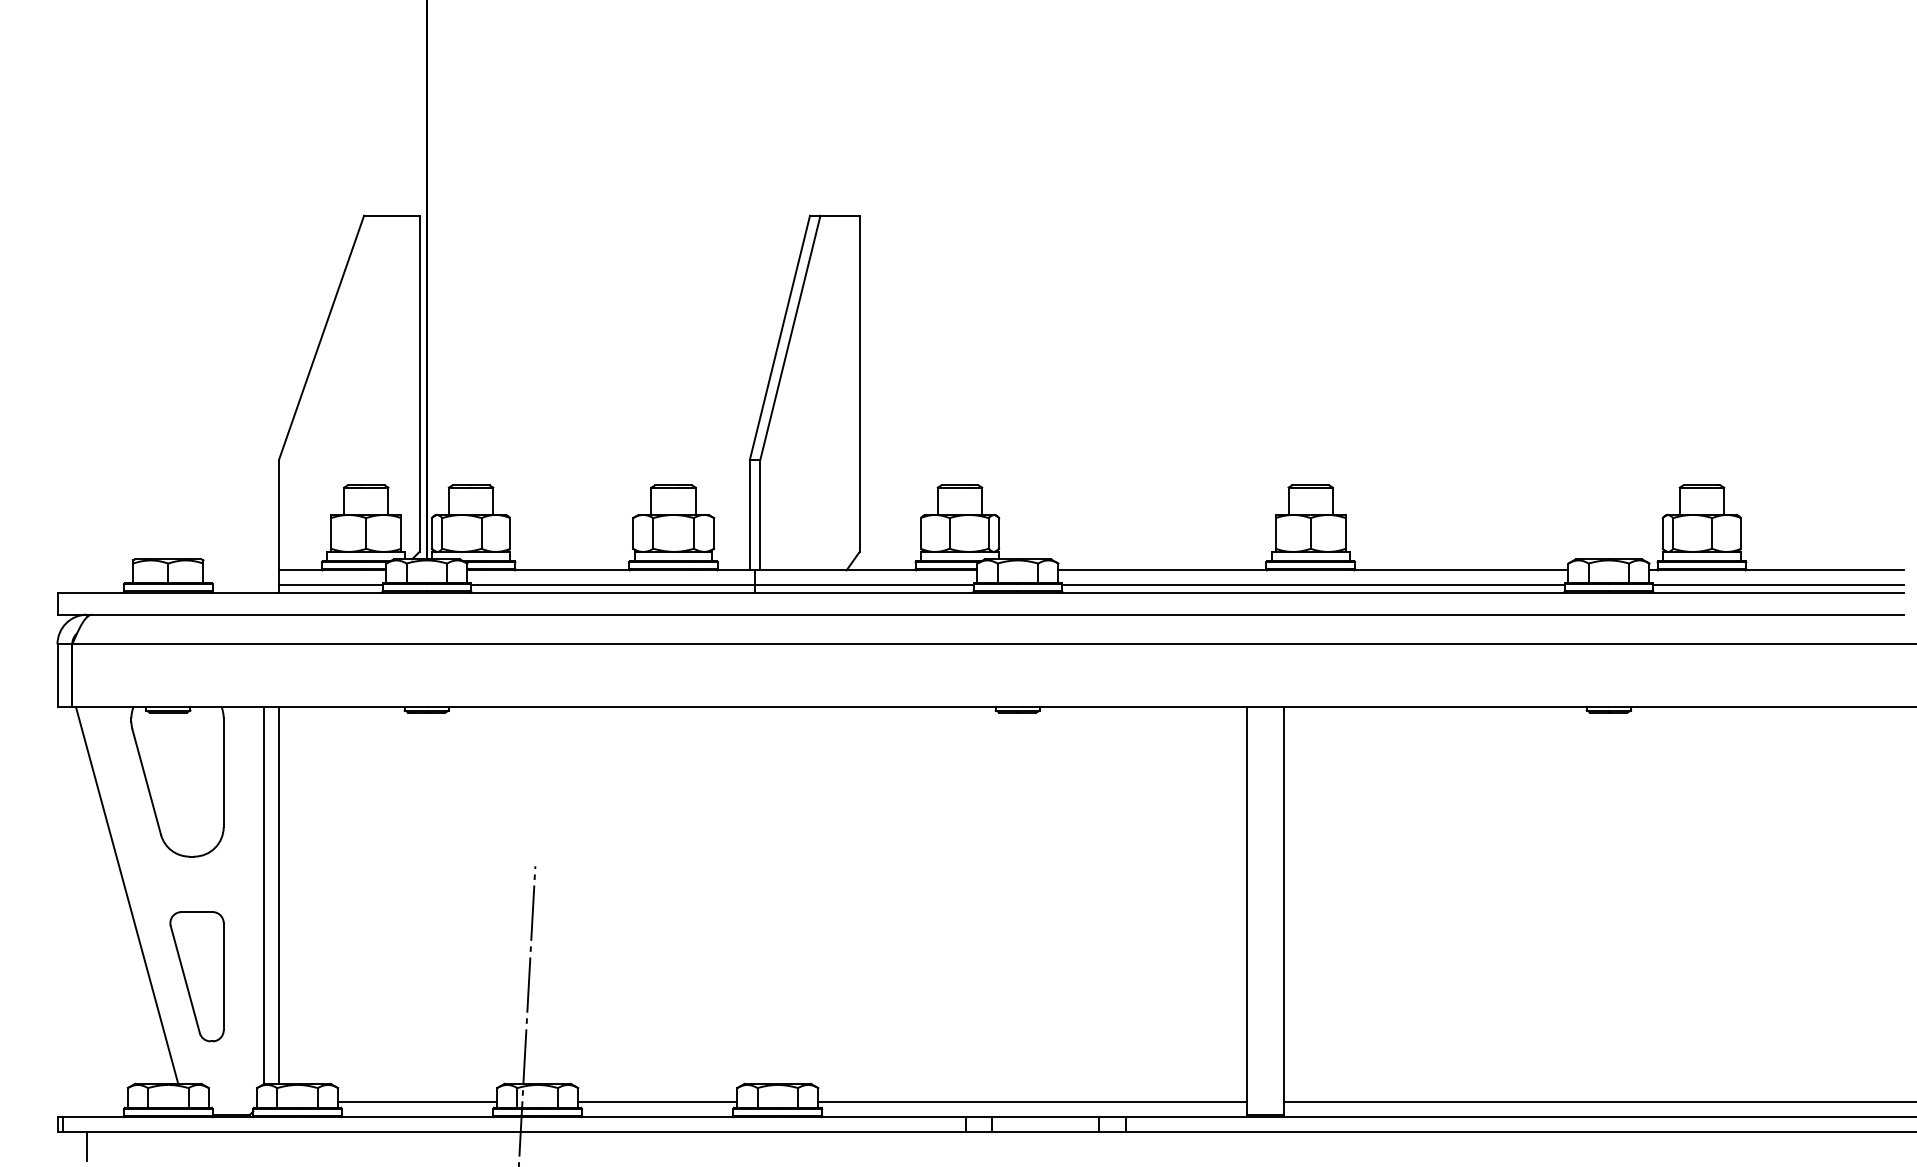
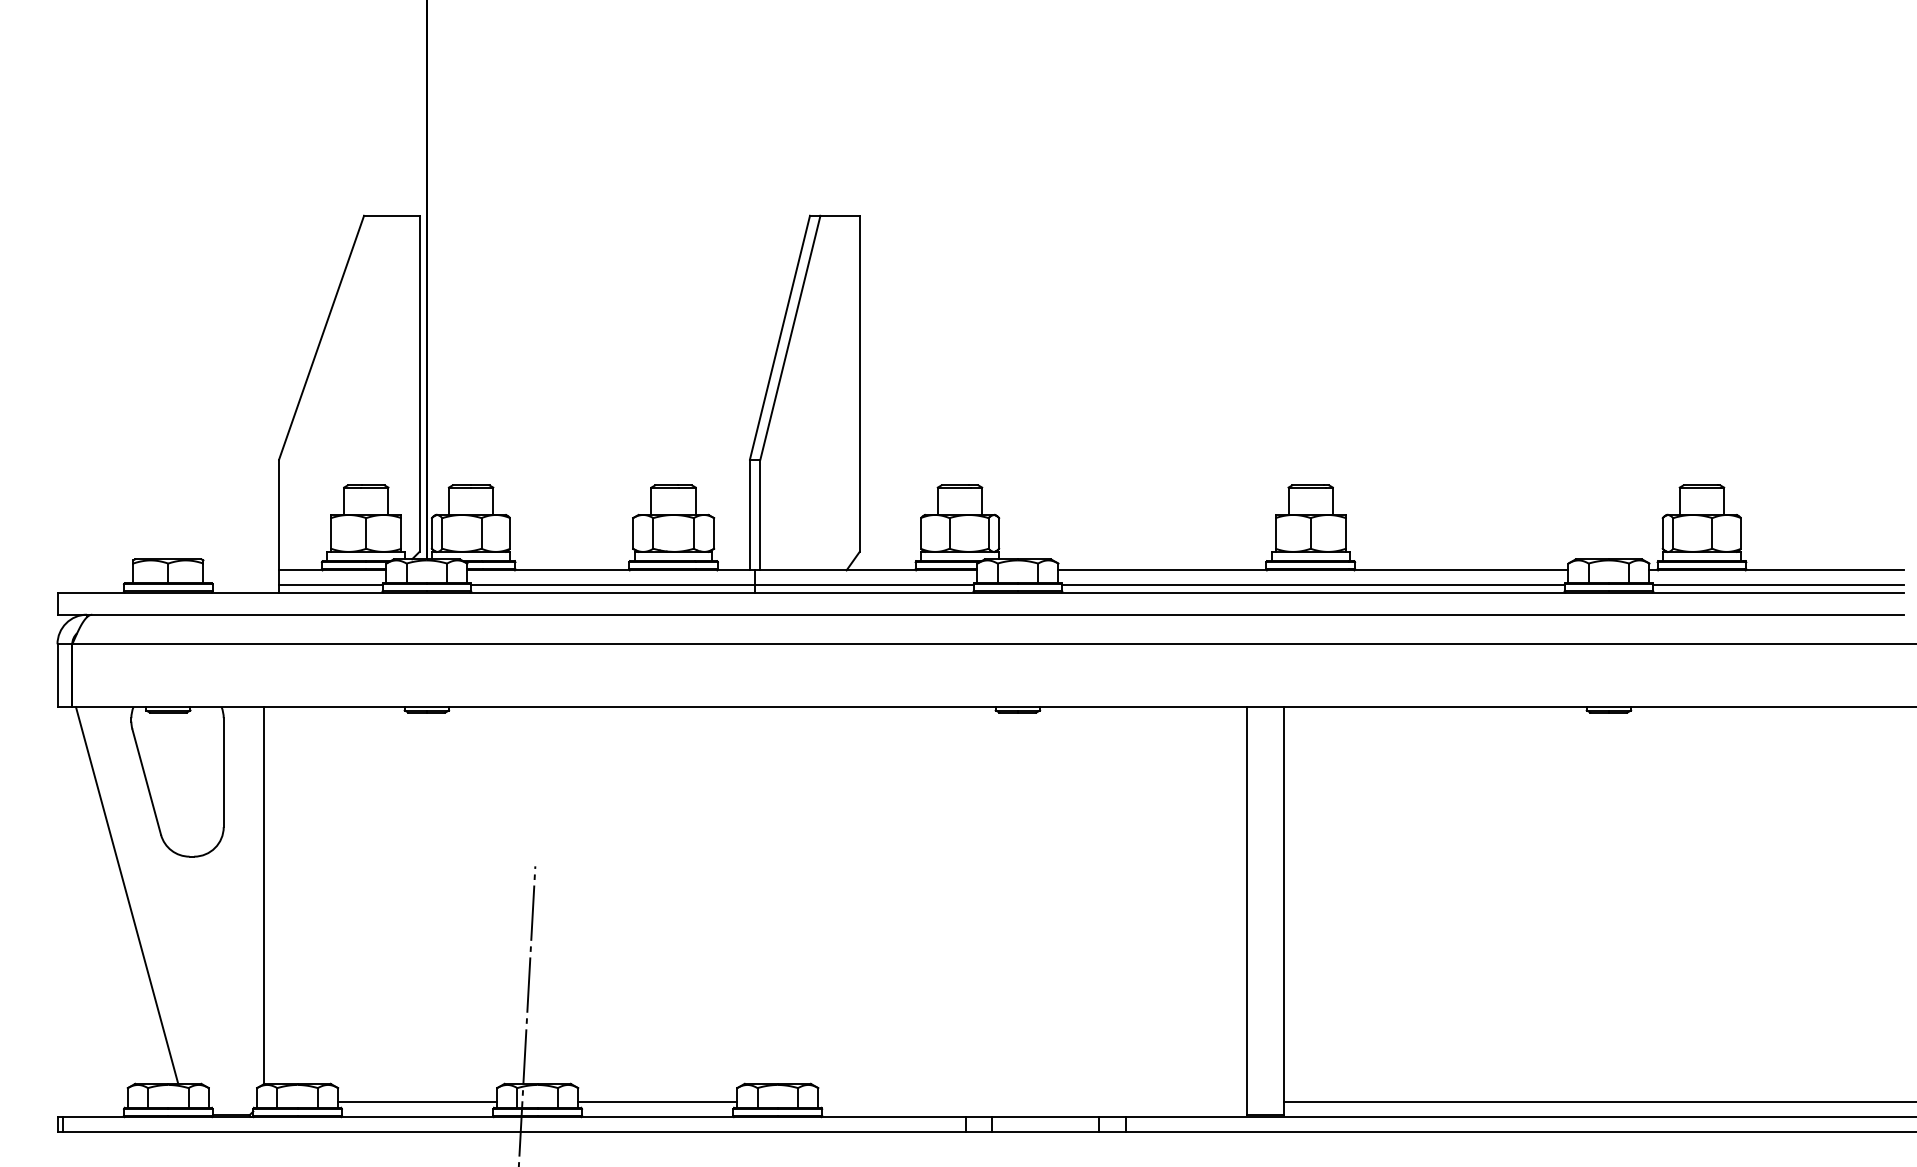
line at (279, 895): present -> none
part at (196, 976): present -> none
line at (1032, 1102): present -> none
line at (87, 1146): present -> none
